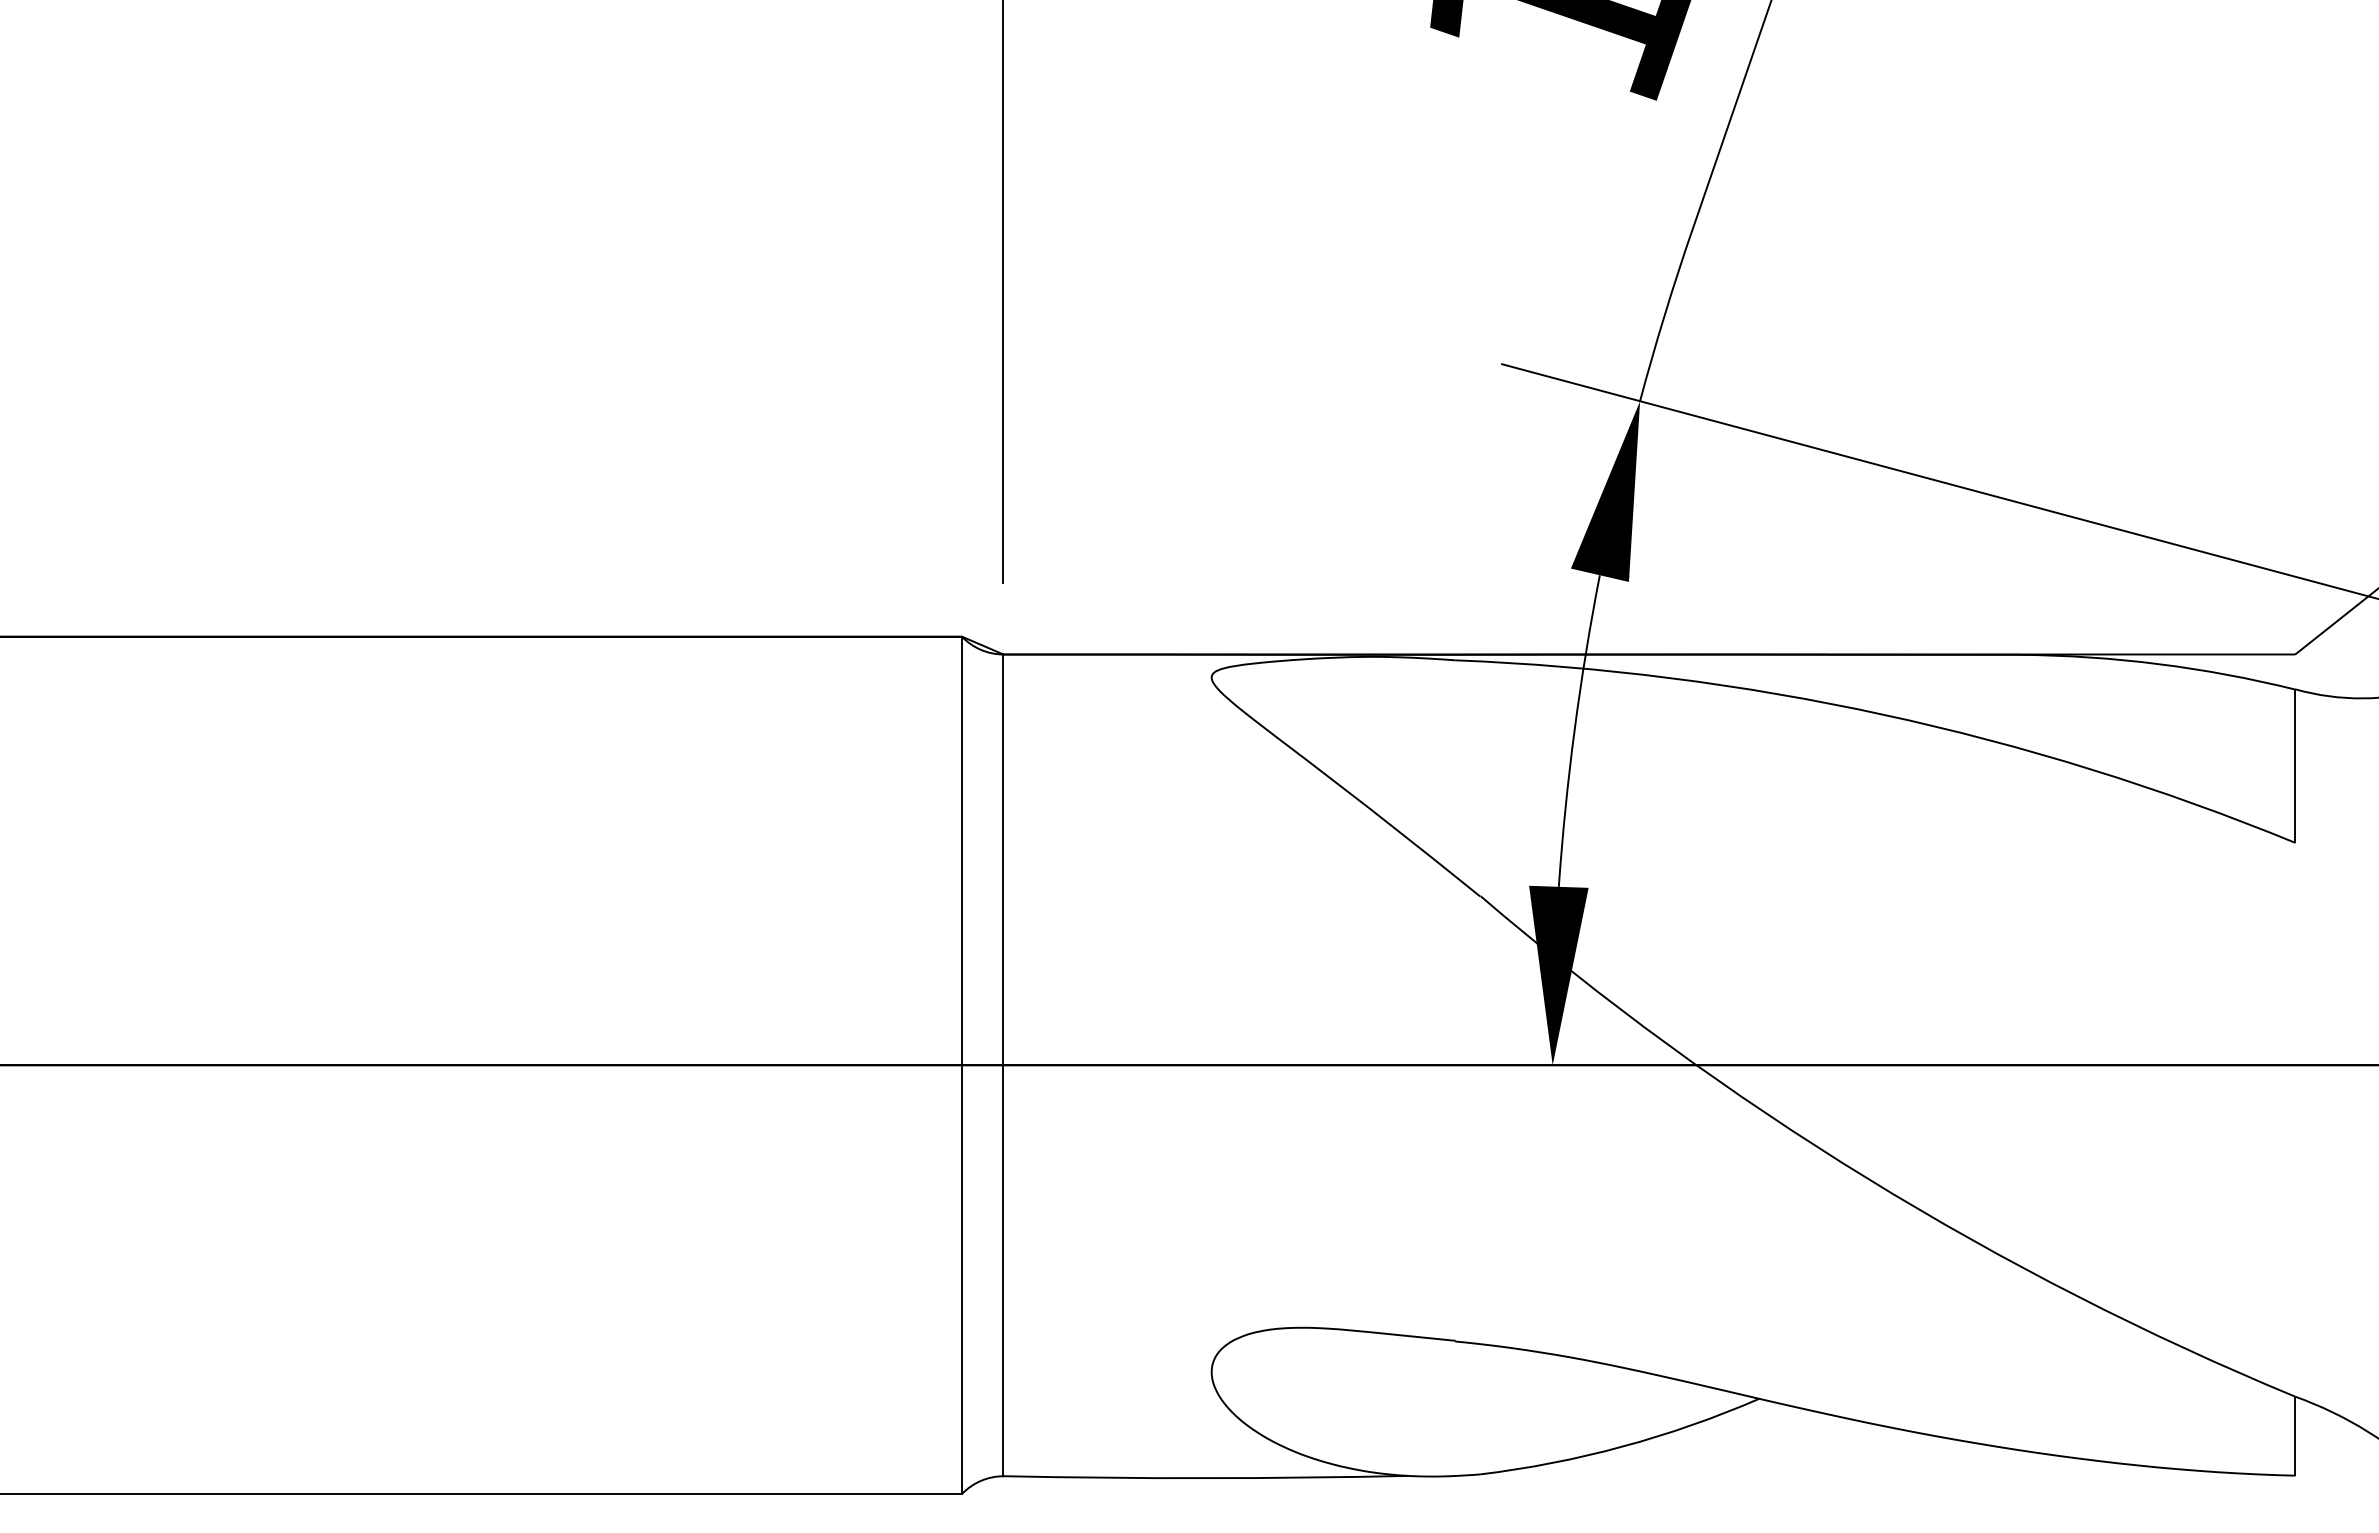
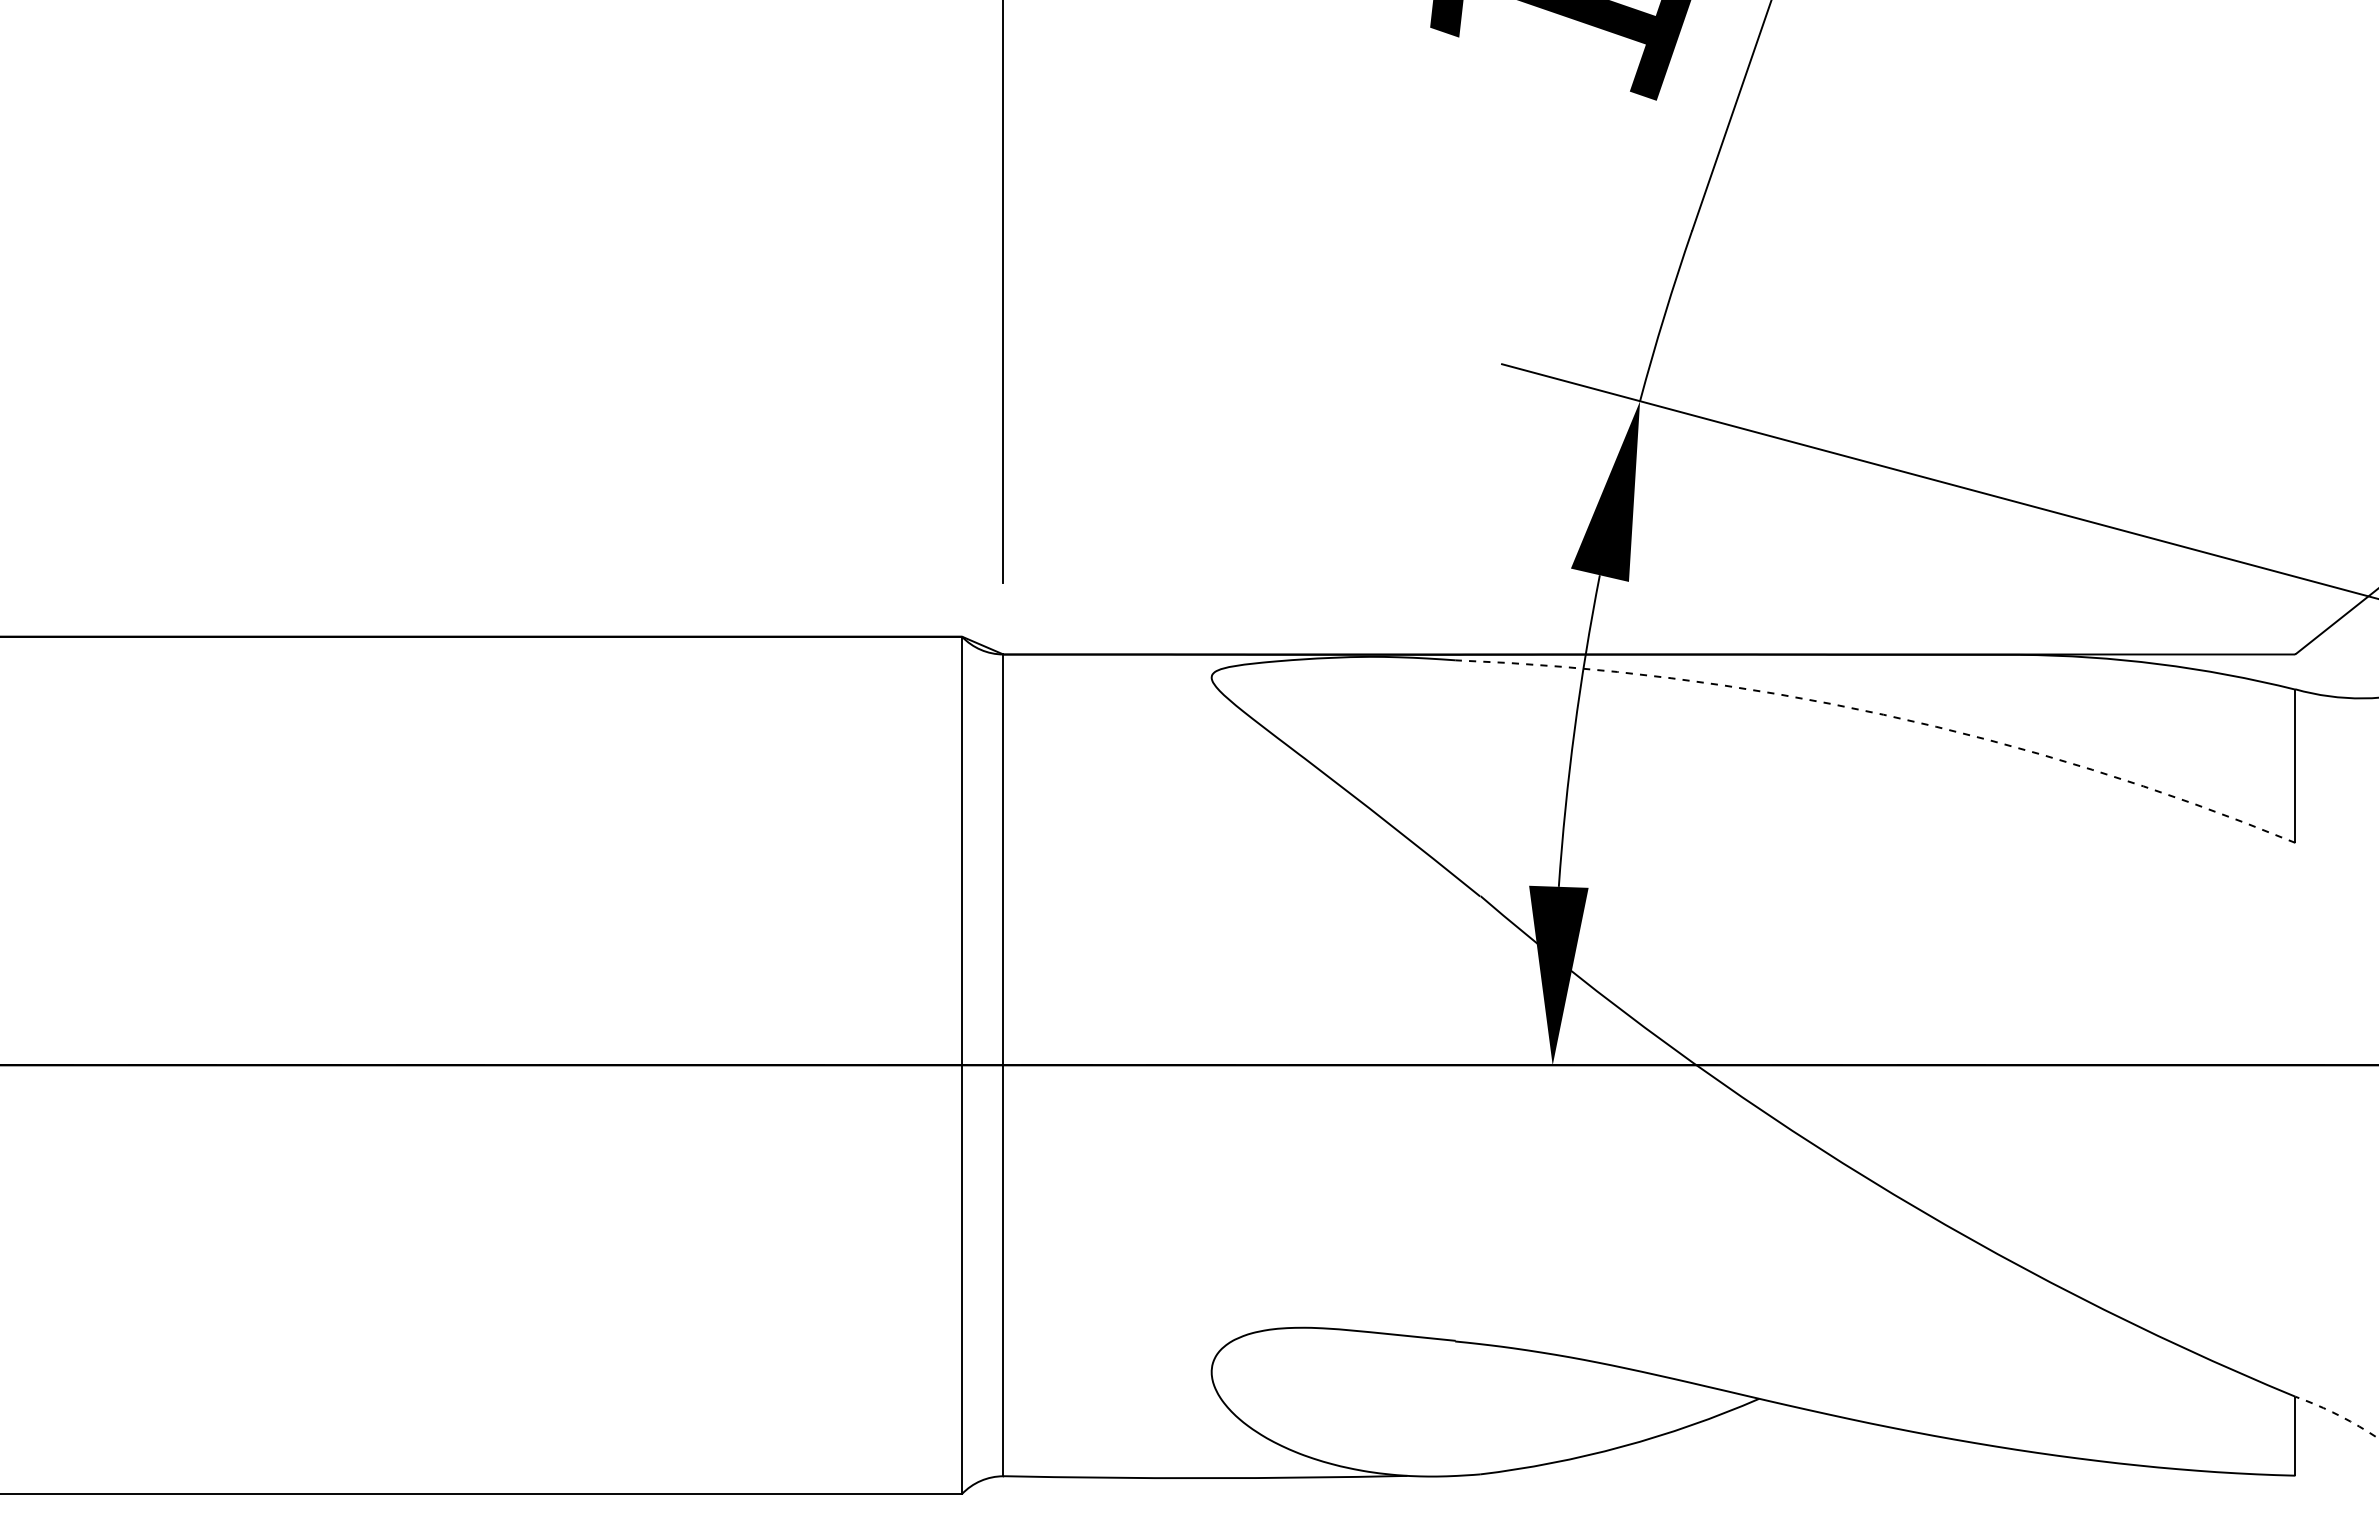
arc at (1883, 714): solid -> dashed
arc at (2337, 1414): solid -> dashed
